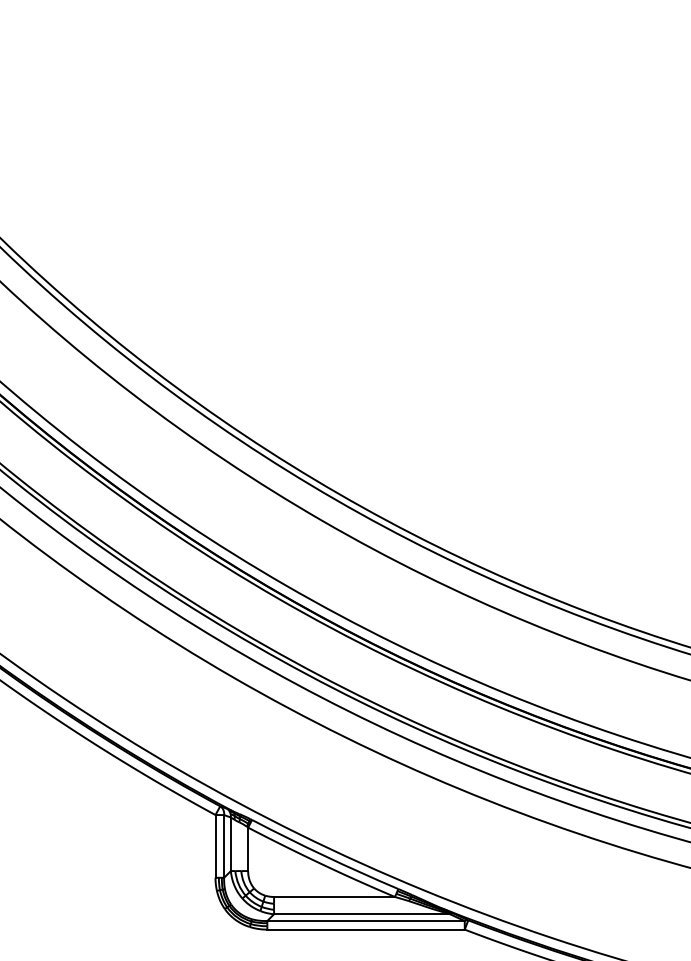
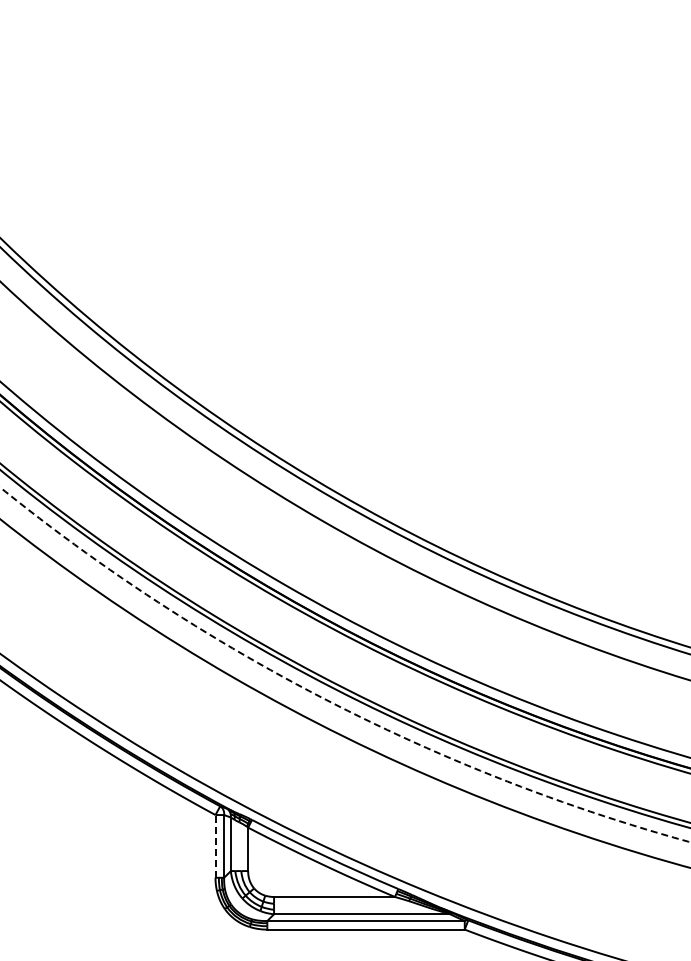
arc at (326, 699): solid -> dashed
line at (215, 845): solid -> dashed
